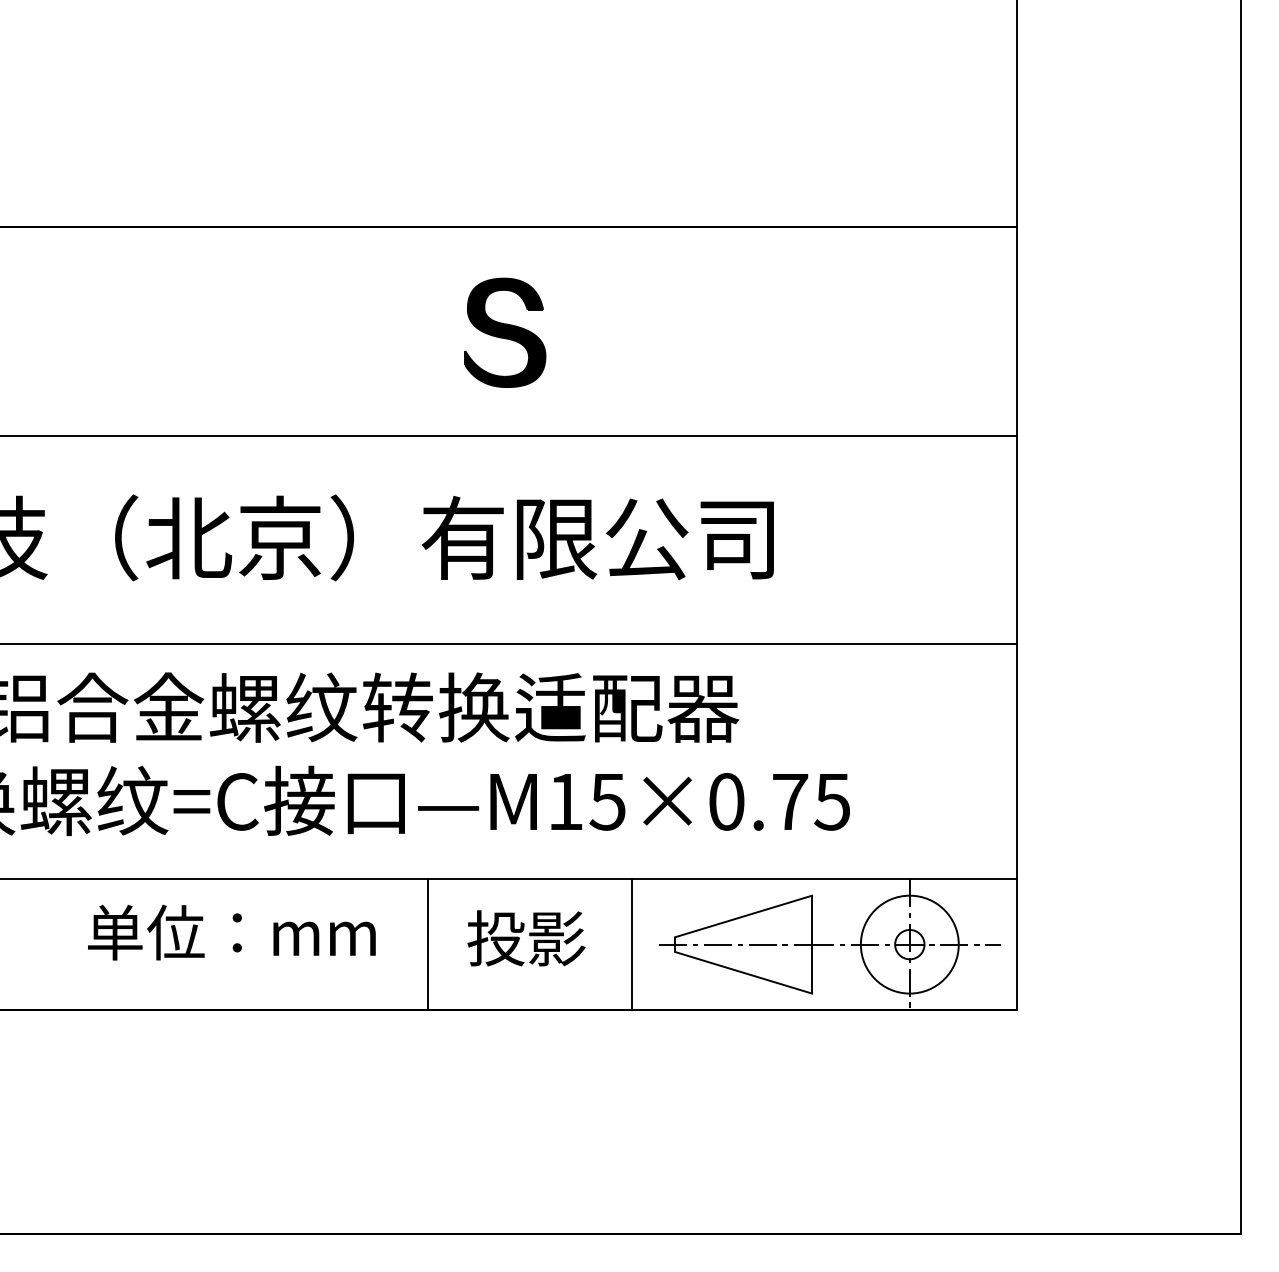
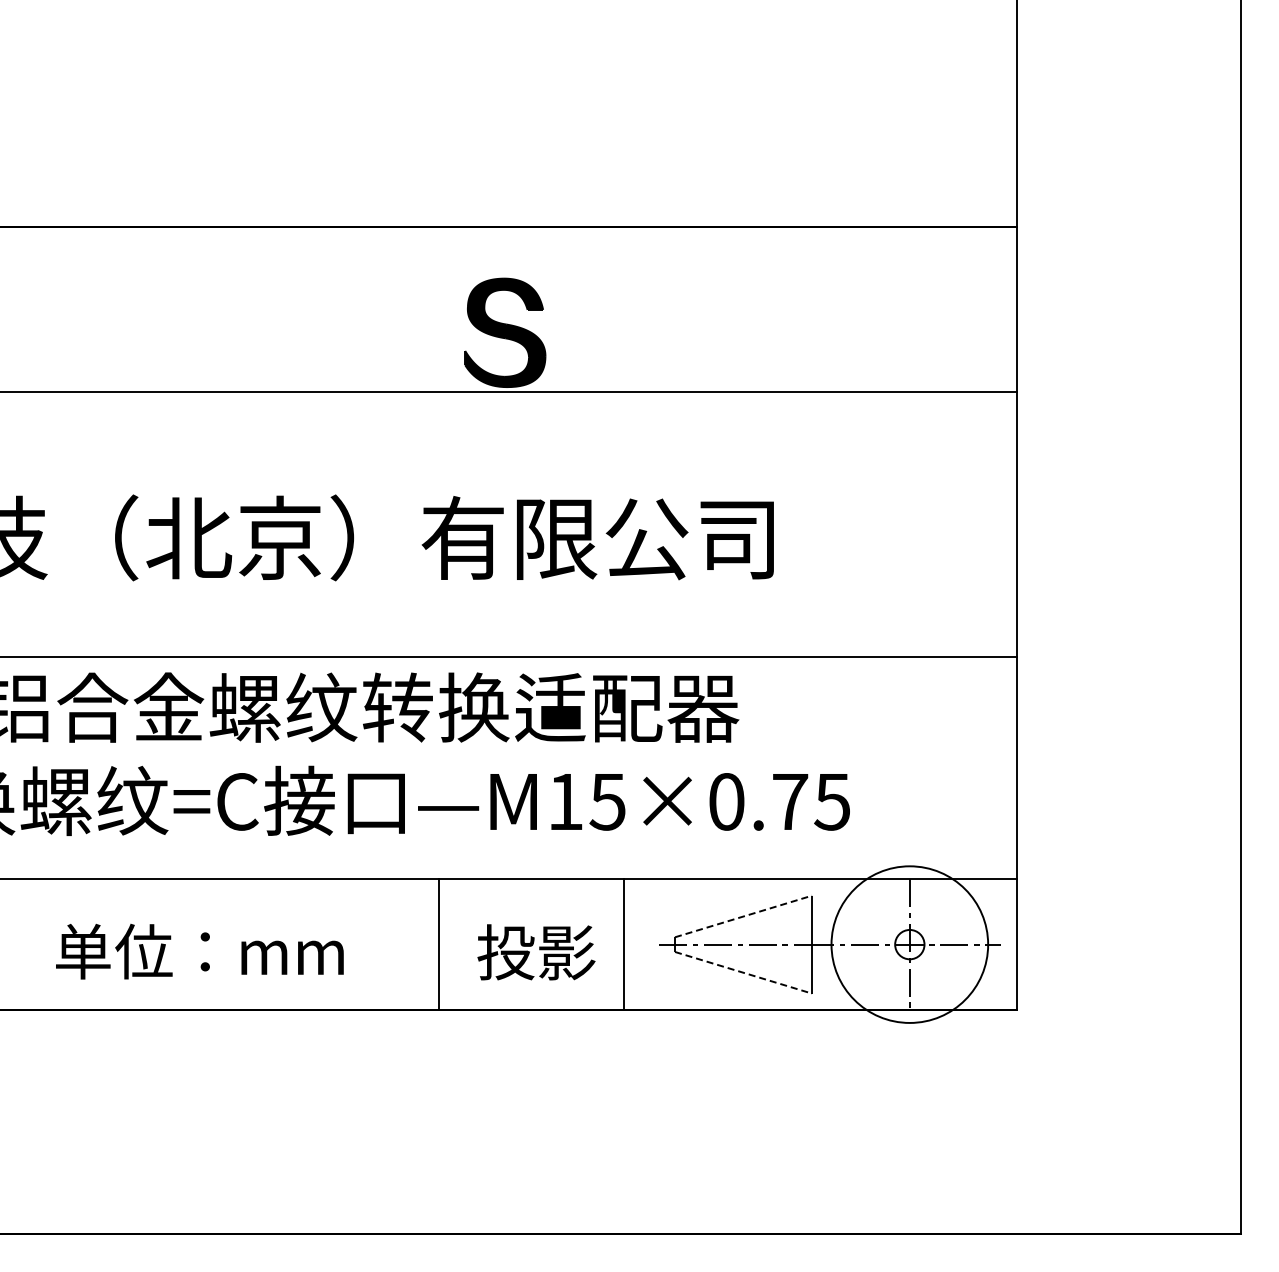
line at (509, 435) position: (509, 435) -> (509, 391)
line at (509, 644) position: (509, 644) -> (509, 657)
line at (743, 916): solid -> dashed
text at (231, 932) position: (231, 932) -> (199, 951)
text at (526, 938) position: (526, 938) -> (536, 952)
line at (427, 944) position: (427, 944) -> (438, 944)
line at (632, 944) position: (632, 944) -> (624, 944)
circle at (909, 944) diameter: 98 px -> 157 px
line at (743, 972): solid -> dashed
